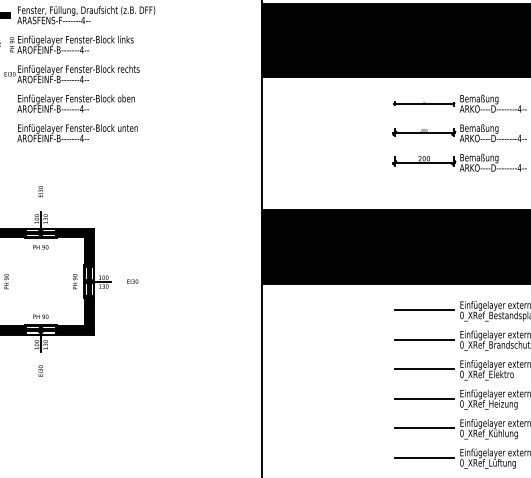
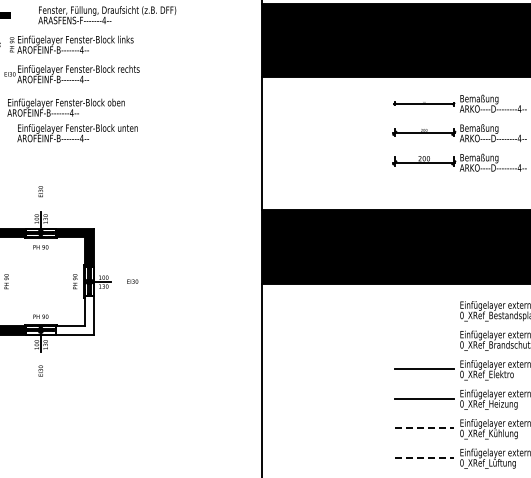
text at (86, 15) position: (86, 15) -> (107, 15)
text at (75, 103) position: (75, 103) -> (65, 107)
line at (423, 310): present -> none
fill at (74, 315): present -> none
line at (423, 339): present -> none
line at (424, 428): solid -> dashed
line at (424, 457): solid -> dashed
